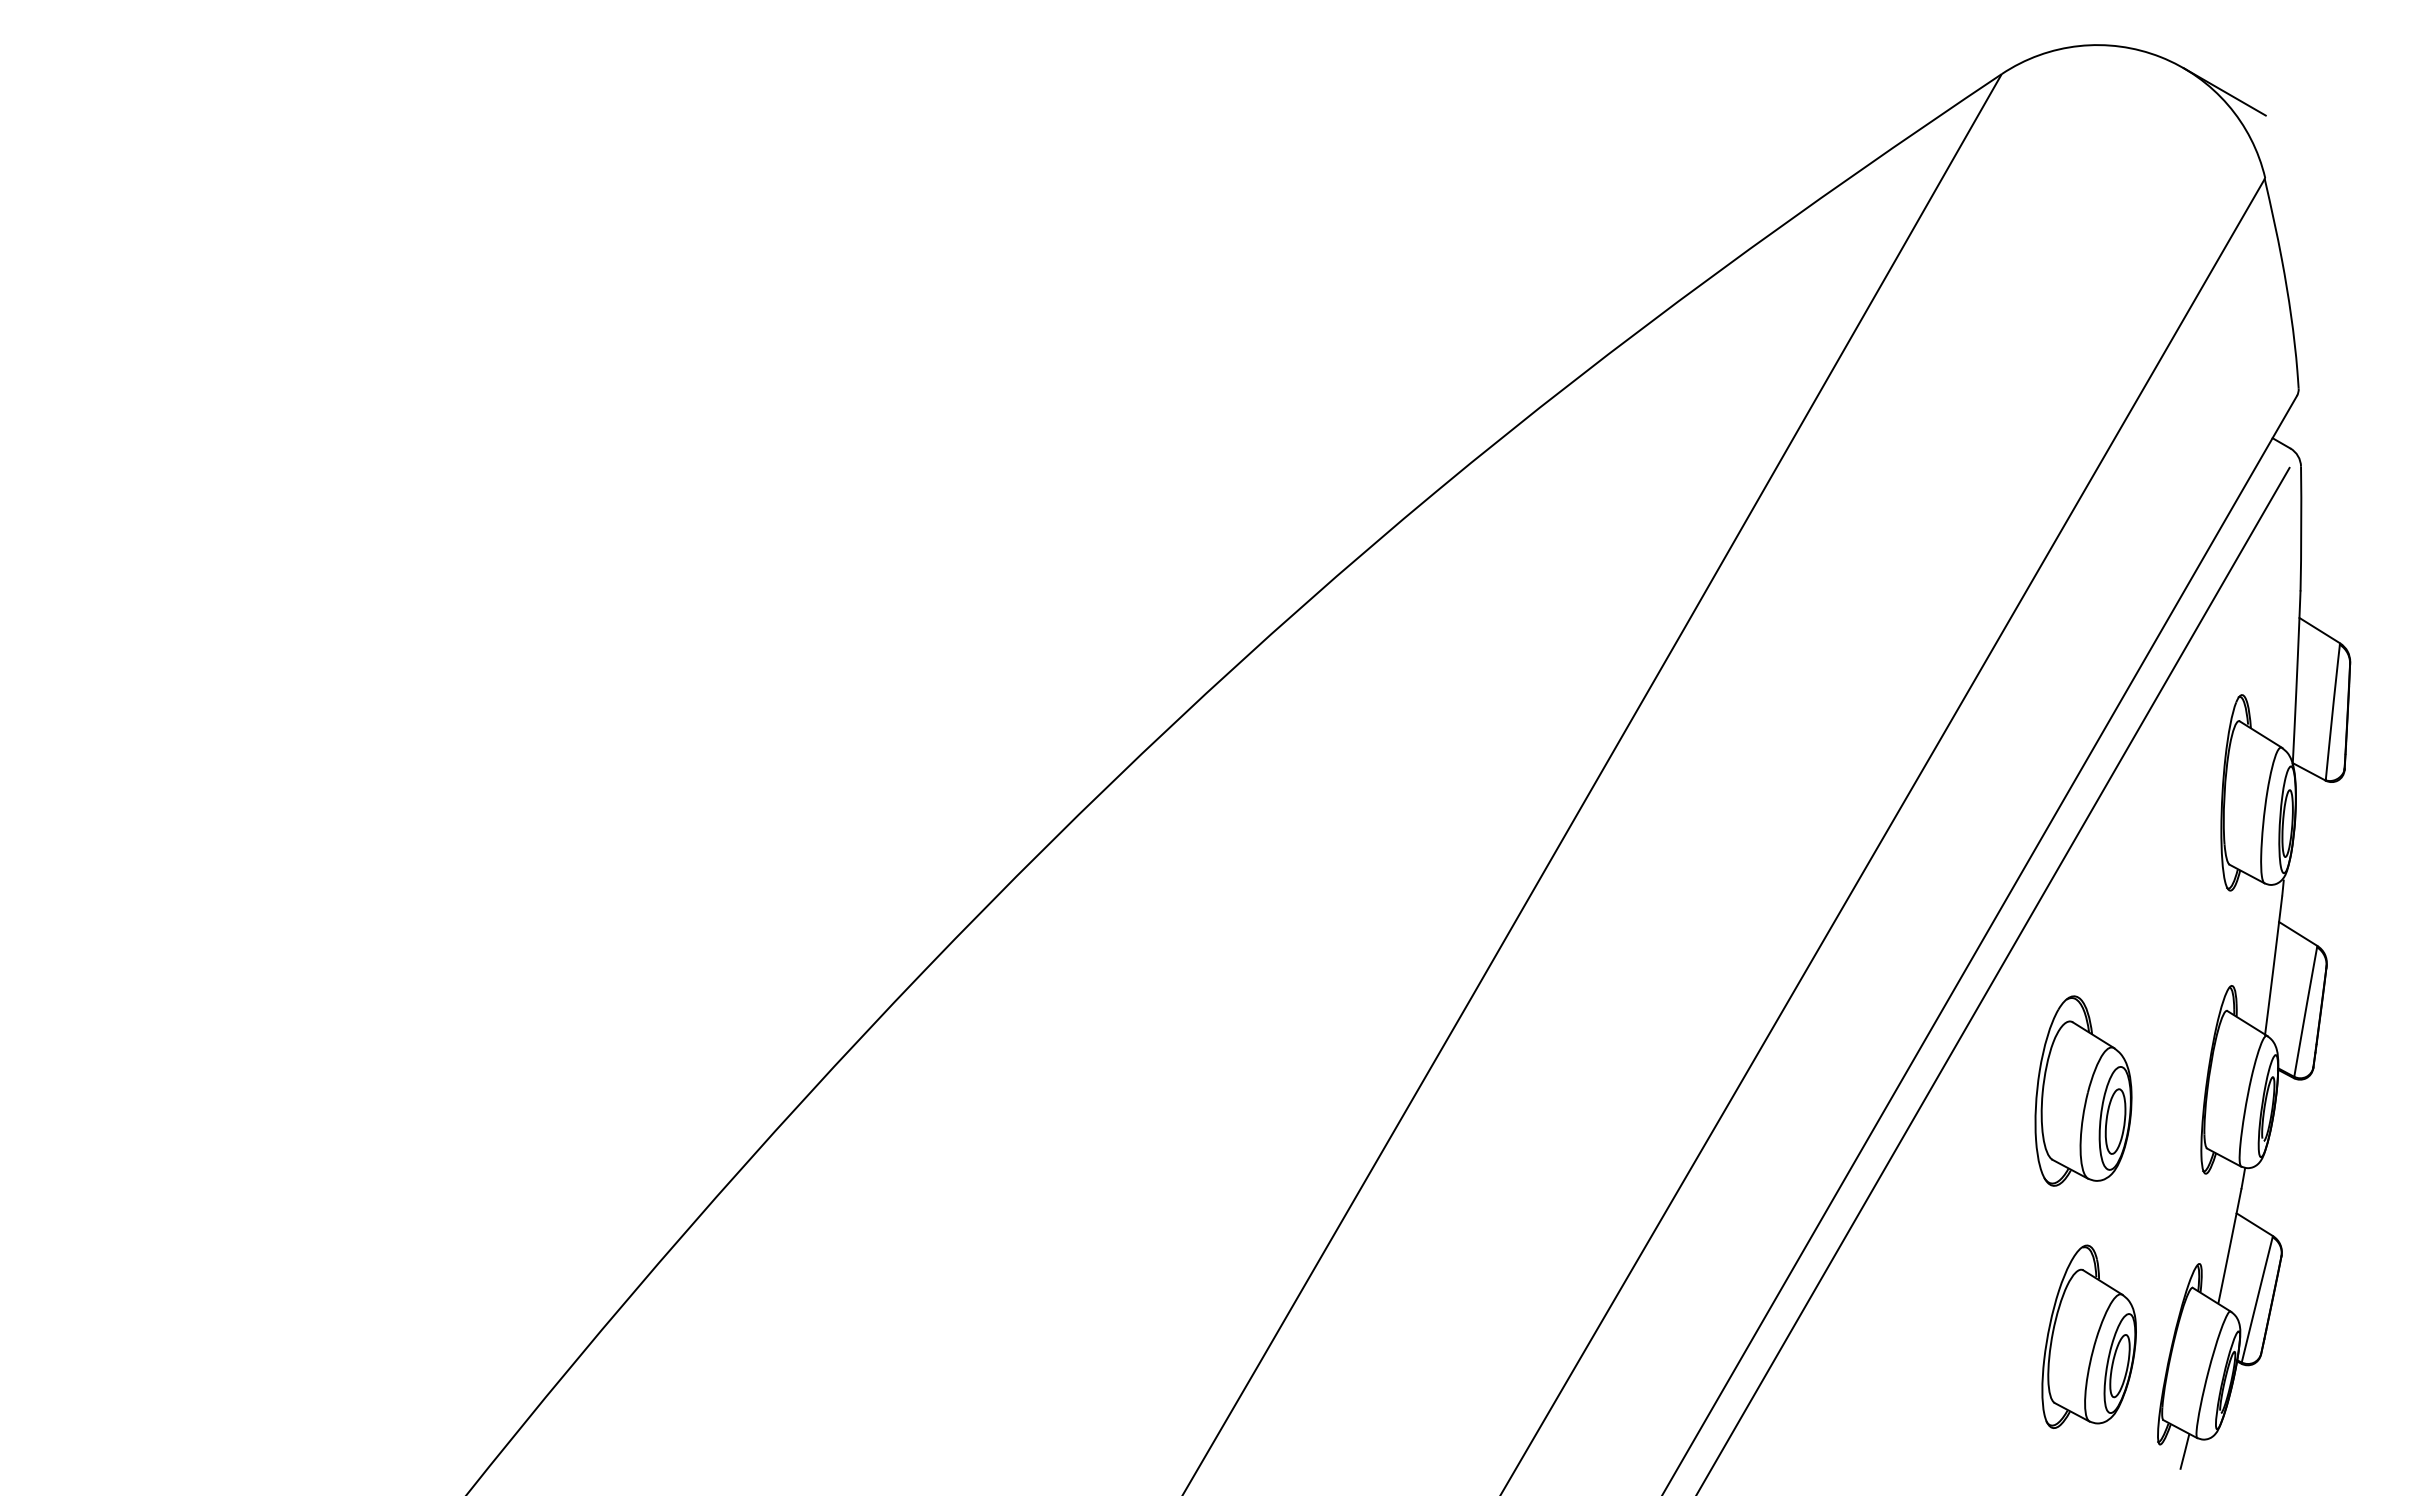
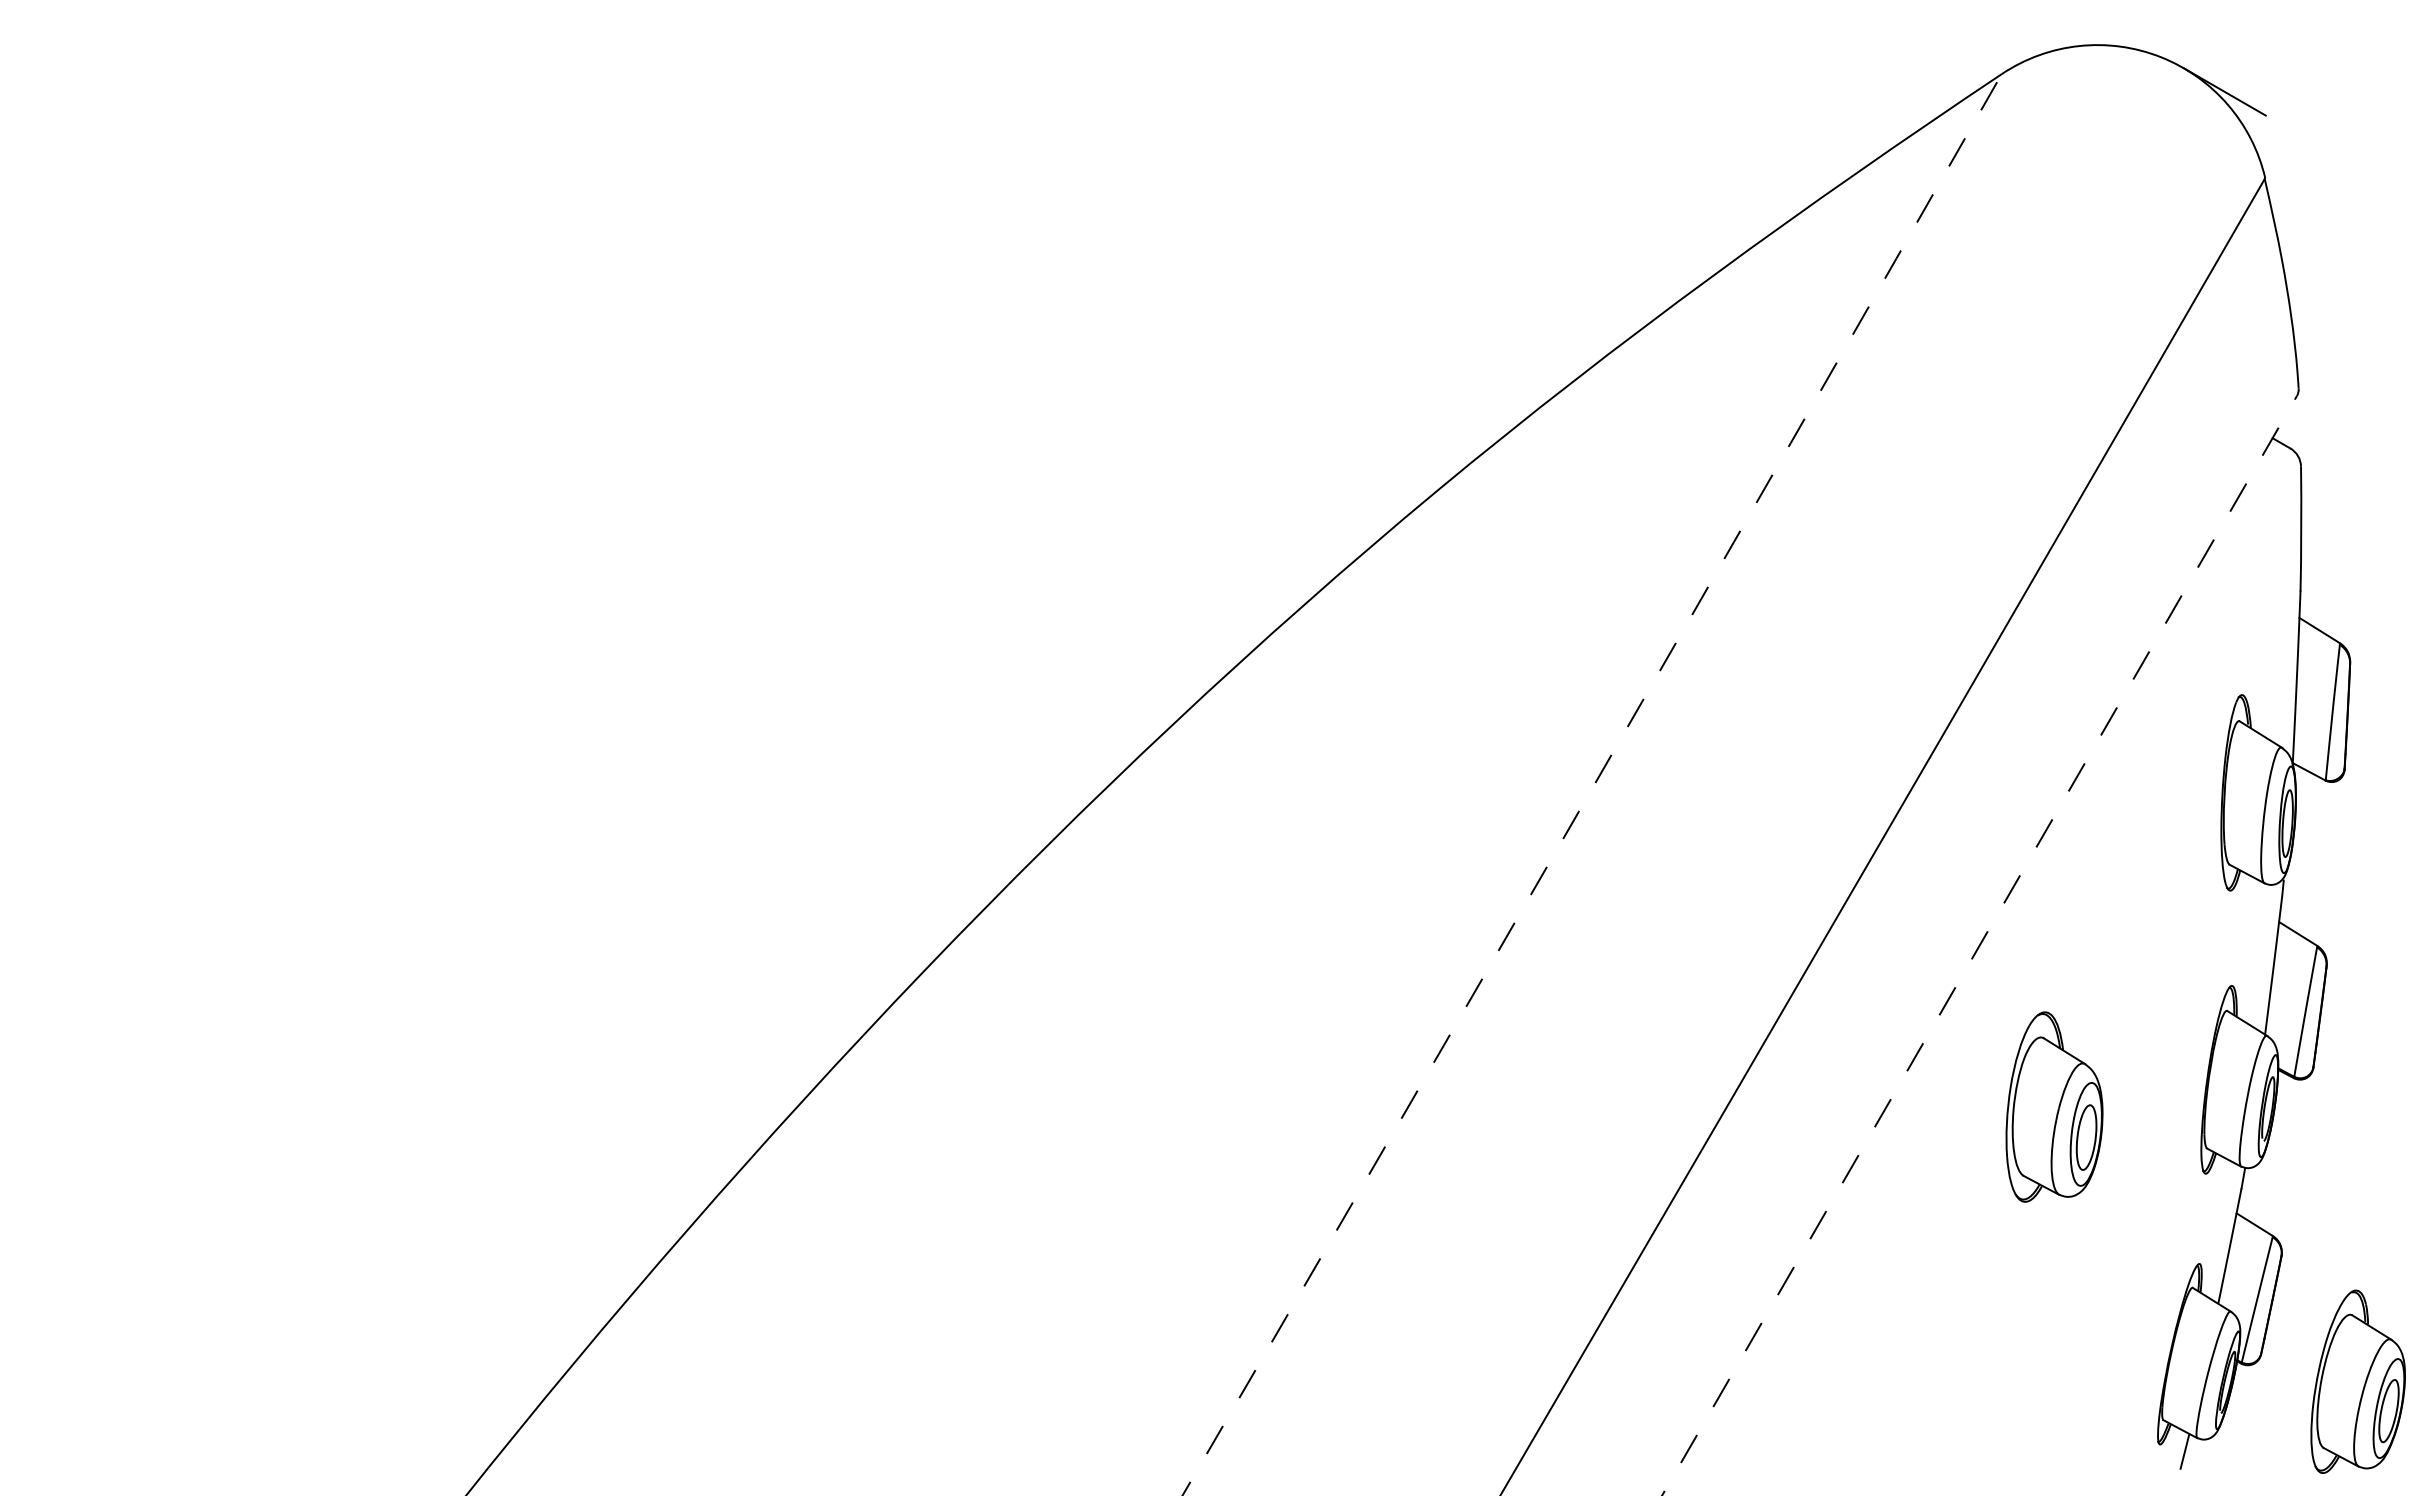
arc at (1593, 785): solid -> dashed
line at (1979, 945): solid -> dashed
line at (1993, 979): present -> none
part at (2083, 1090) position: (2083, 1090) -> (2054, 1106)
part at (2088, 1336) position: (2088, 1336) -> (2357, 1381)
